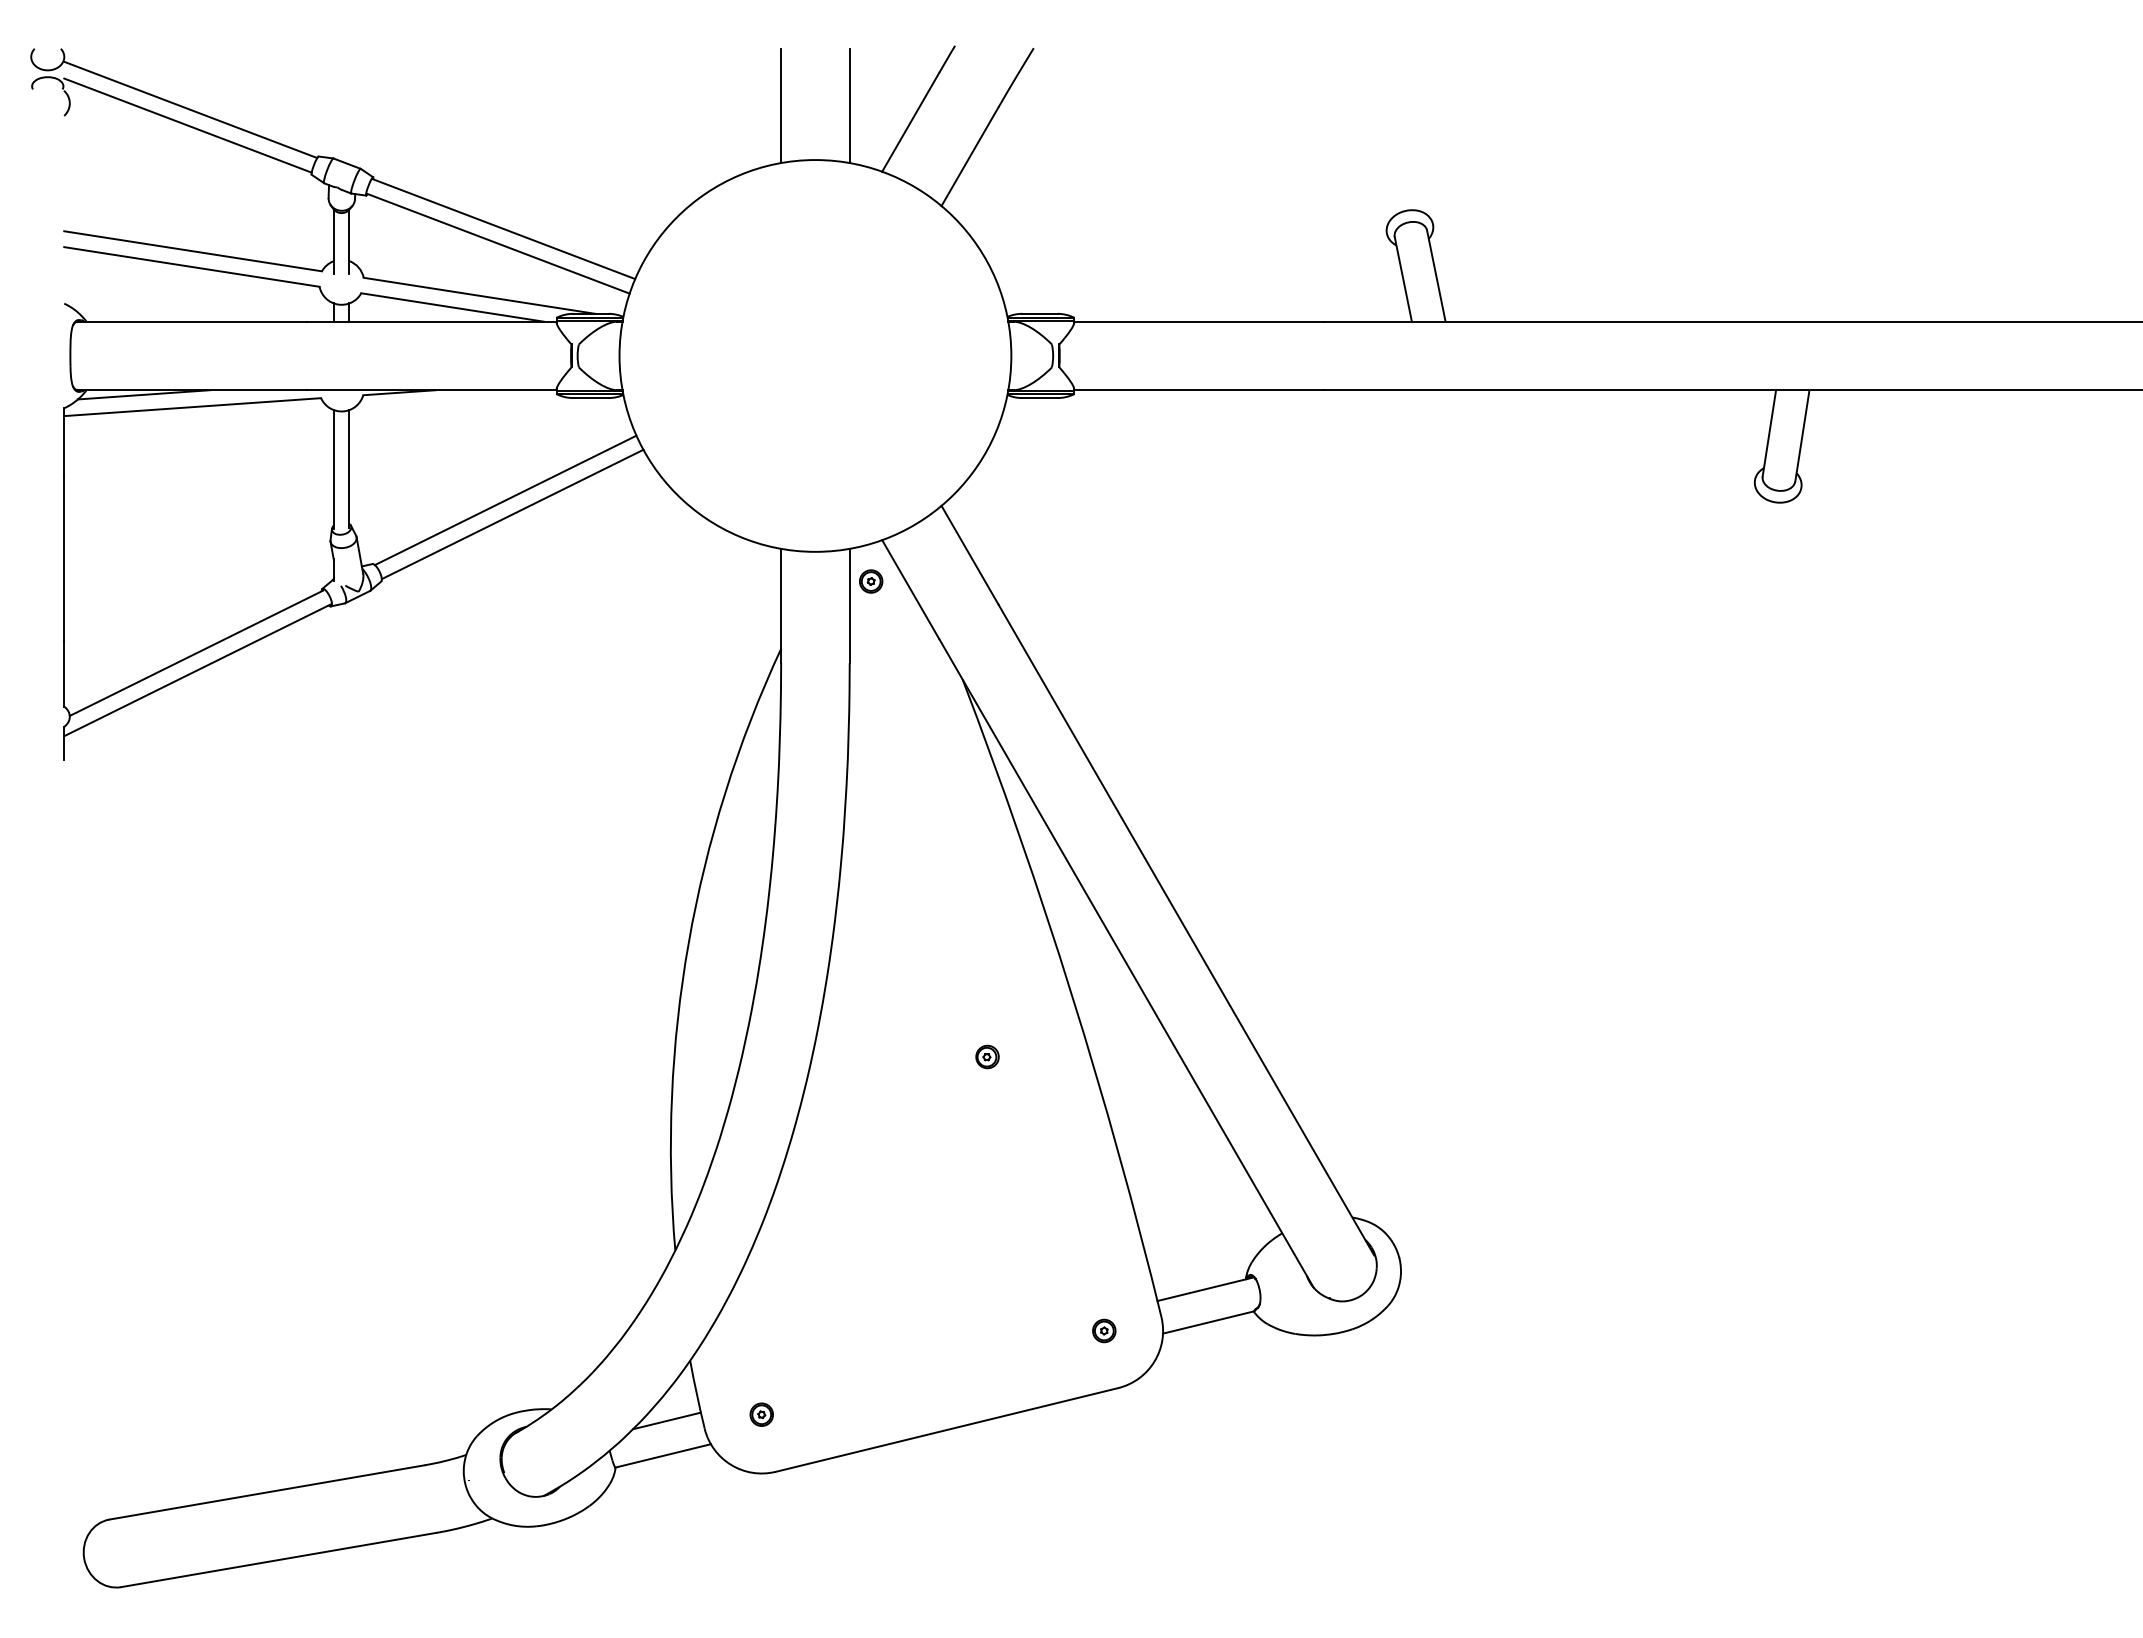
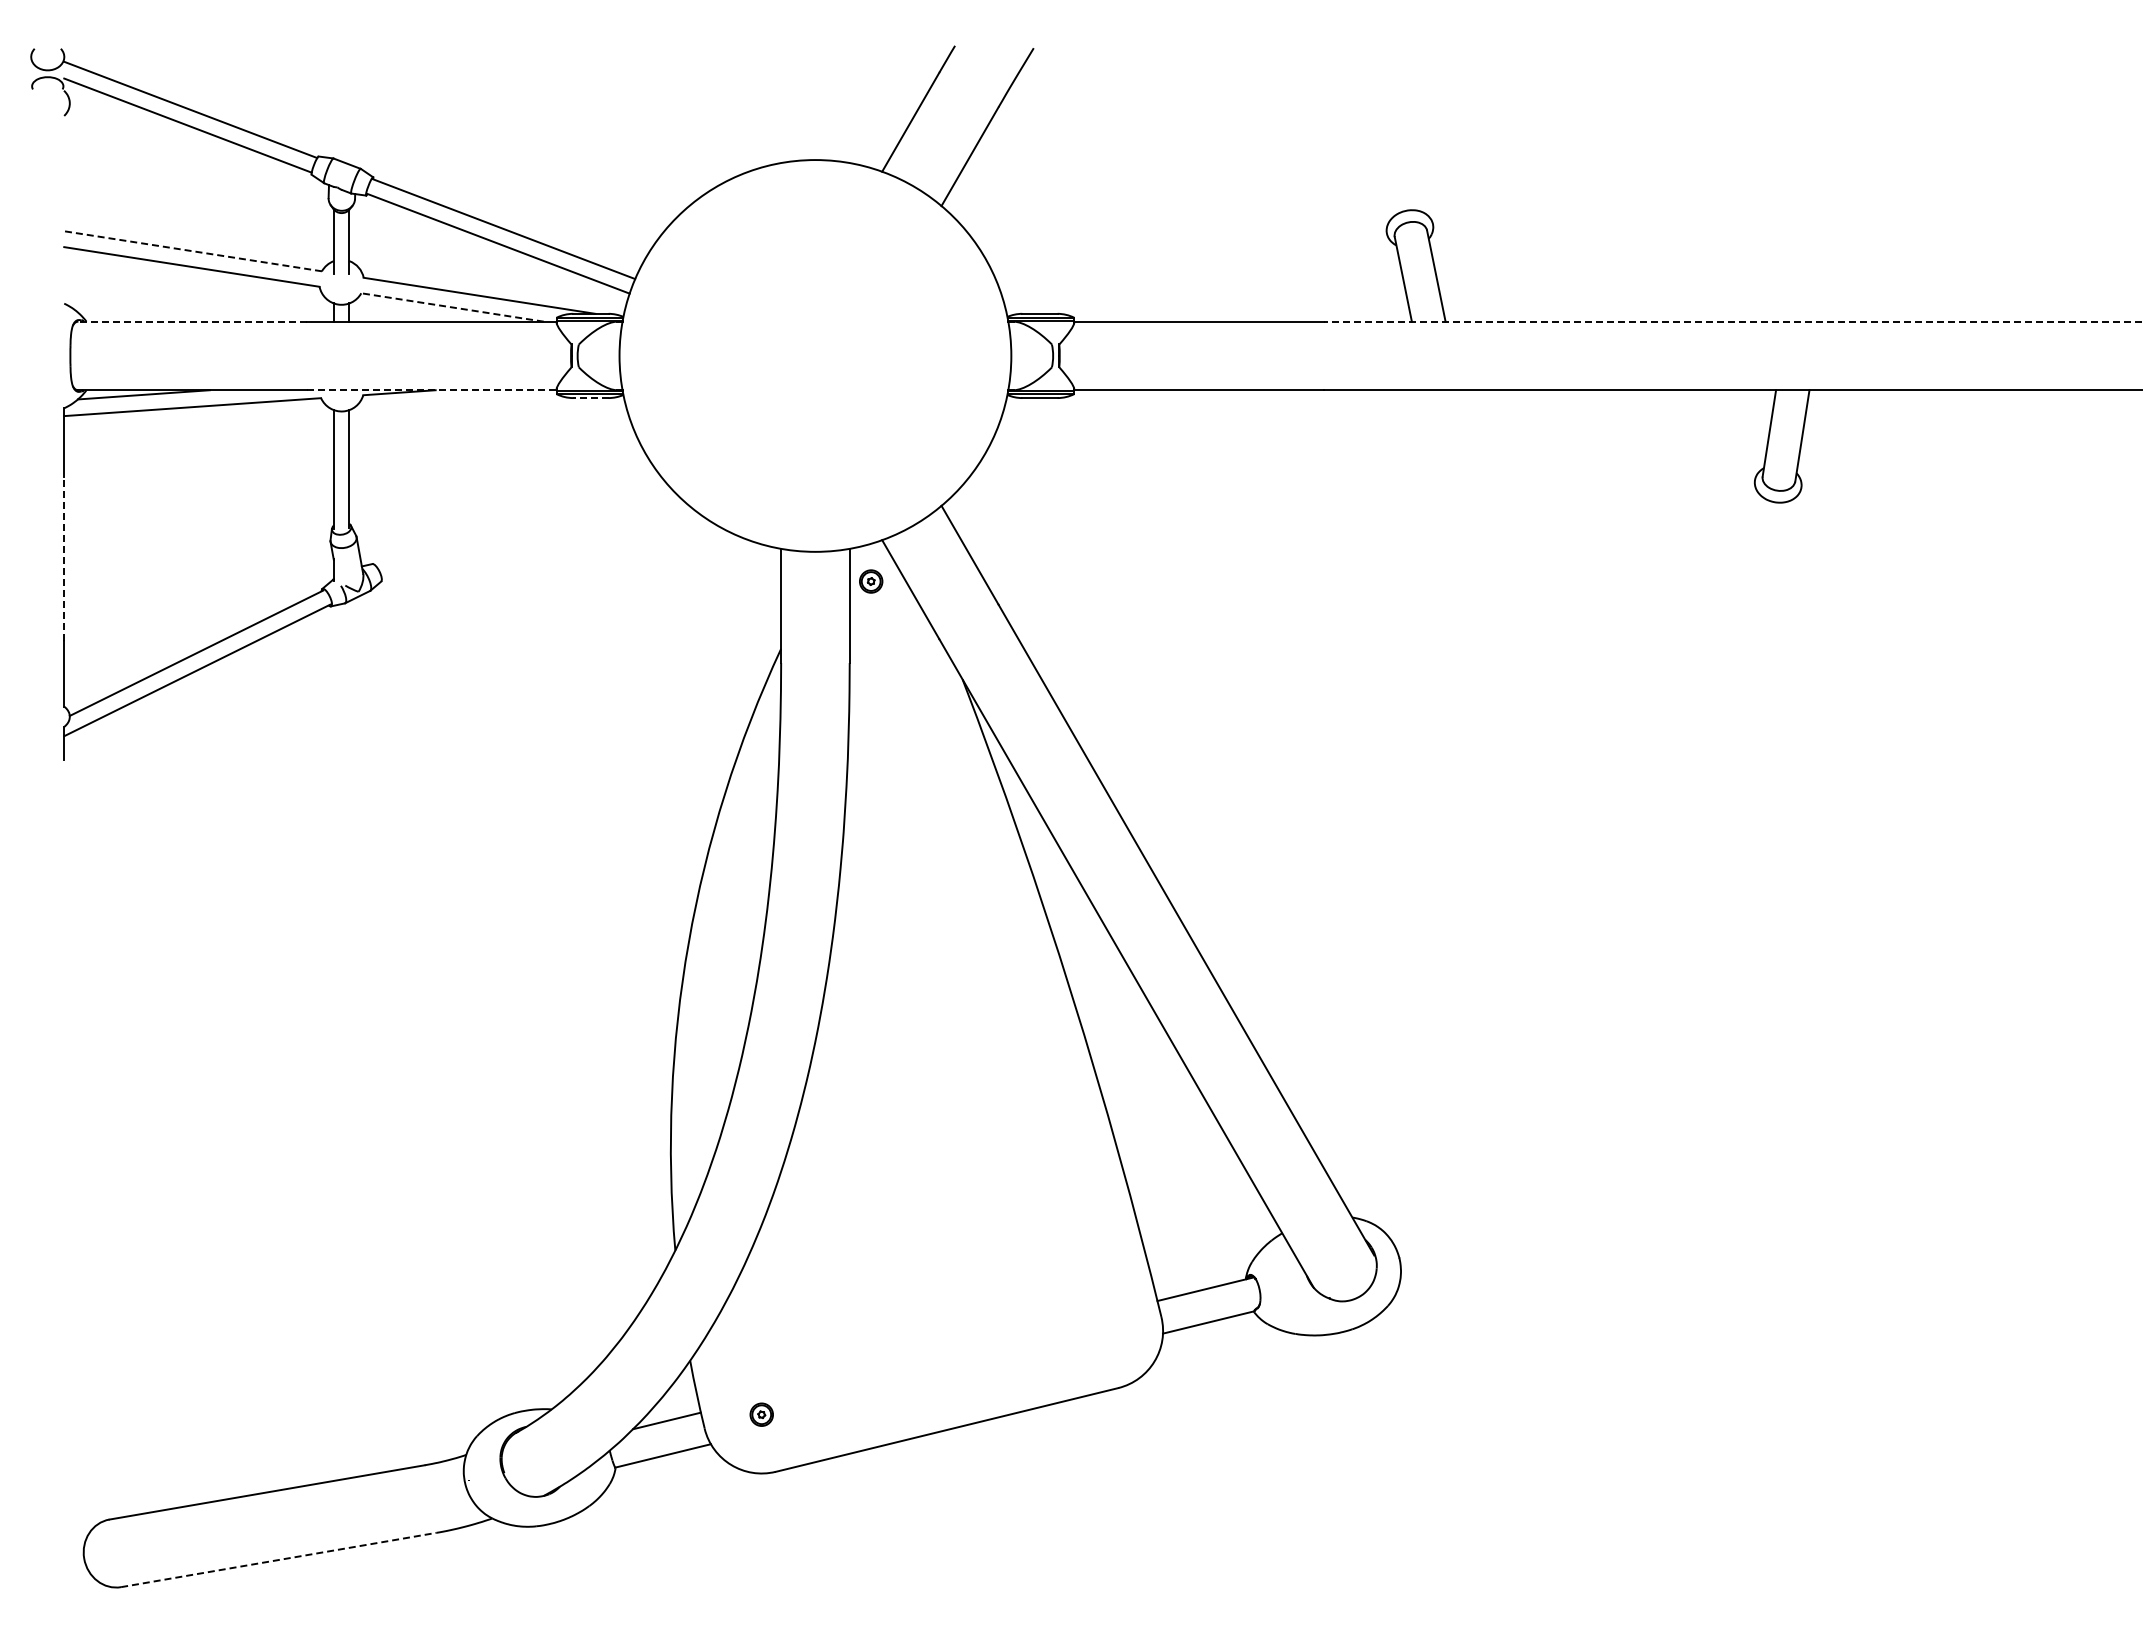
line at (781, 105): present -> none
line at (849, 105): present -> none
line at (192, 251): solid -> dashed
line at (452, 307): solid -> dashed
line at (192, 321): solid -> dashed
line at (1732, 321): solid -> dashed
line at (431, 390): solid -> dashed
line at (590, 398): solid -> dashed
line at (505, 500): present -> none
line at (512, 514): present -> none
line at (64, 558): solid -> dashed
part at (987, 1056): present -> none
part at (1104, 1330): present -> none
line at (278, 1560): solid -> dashed
